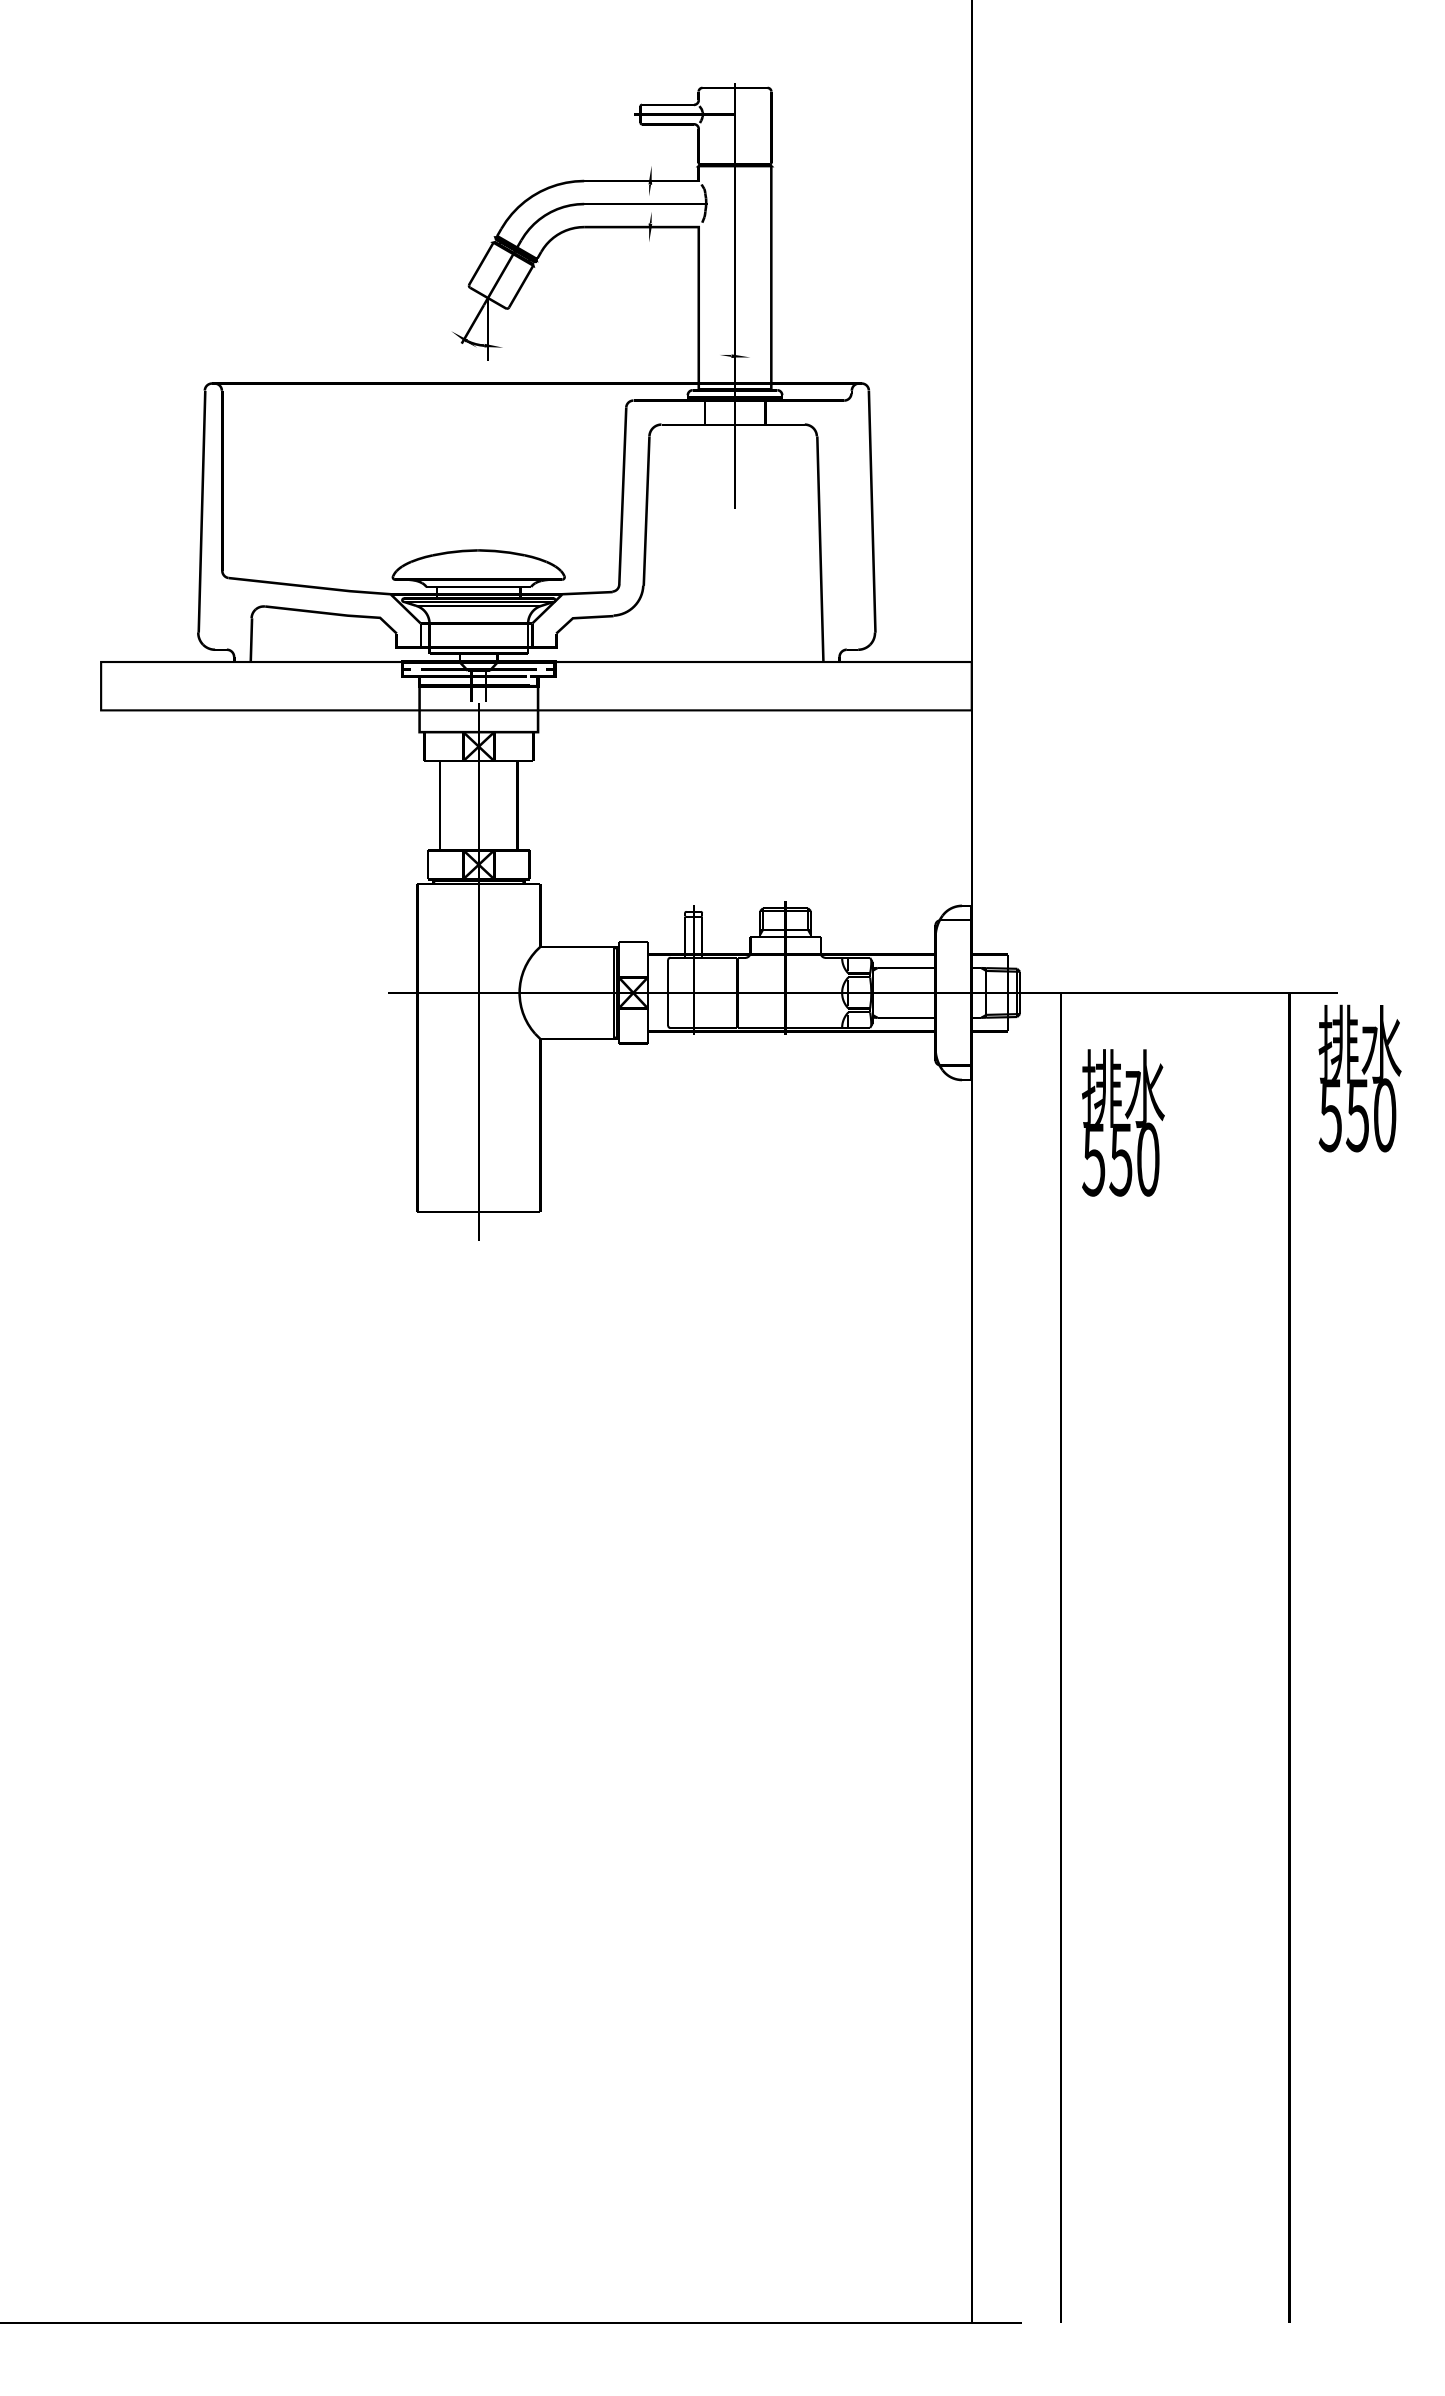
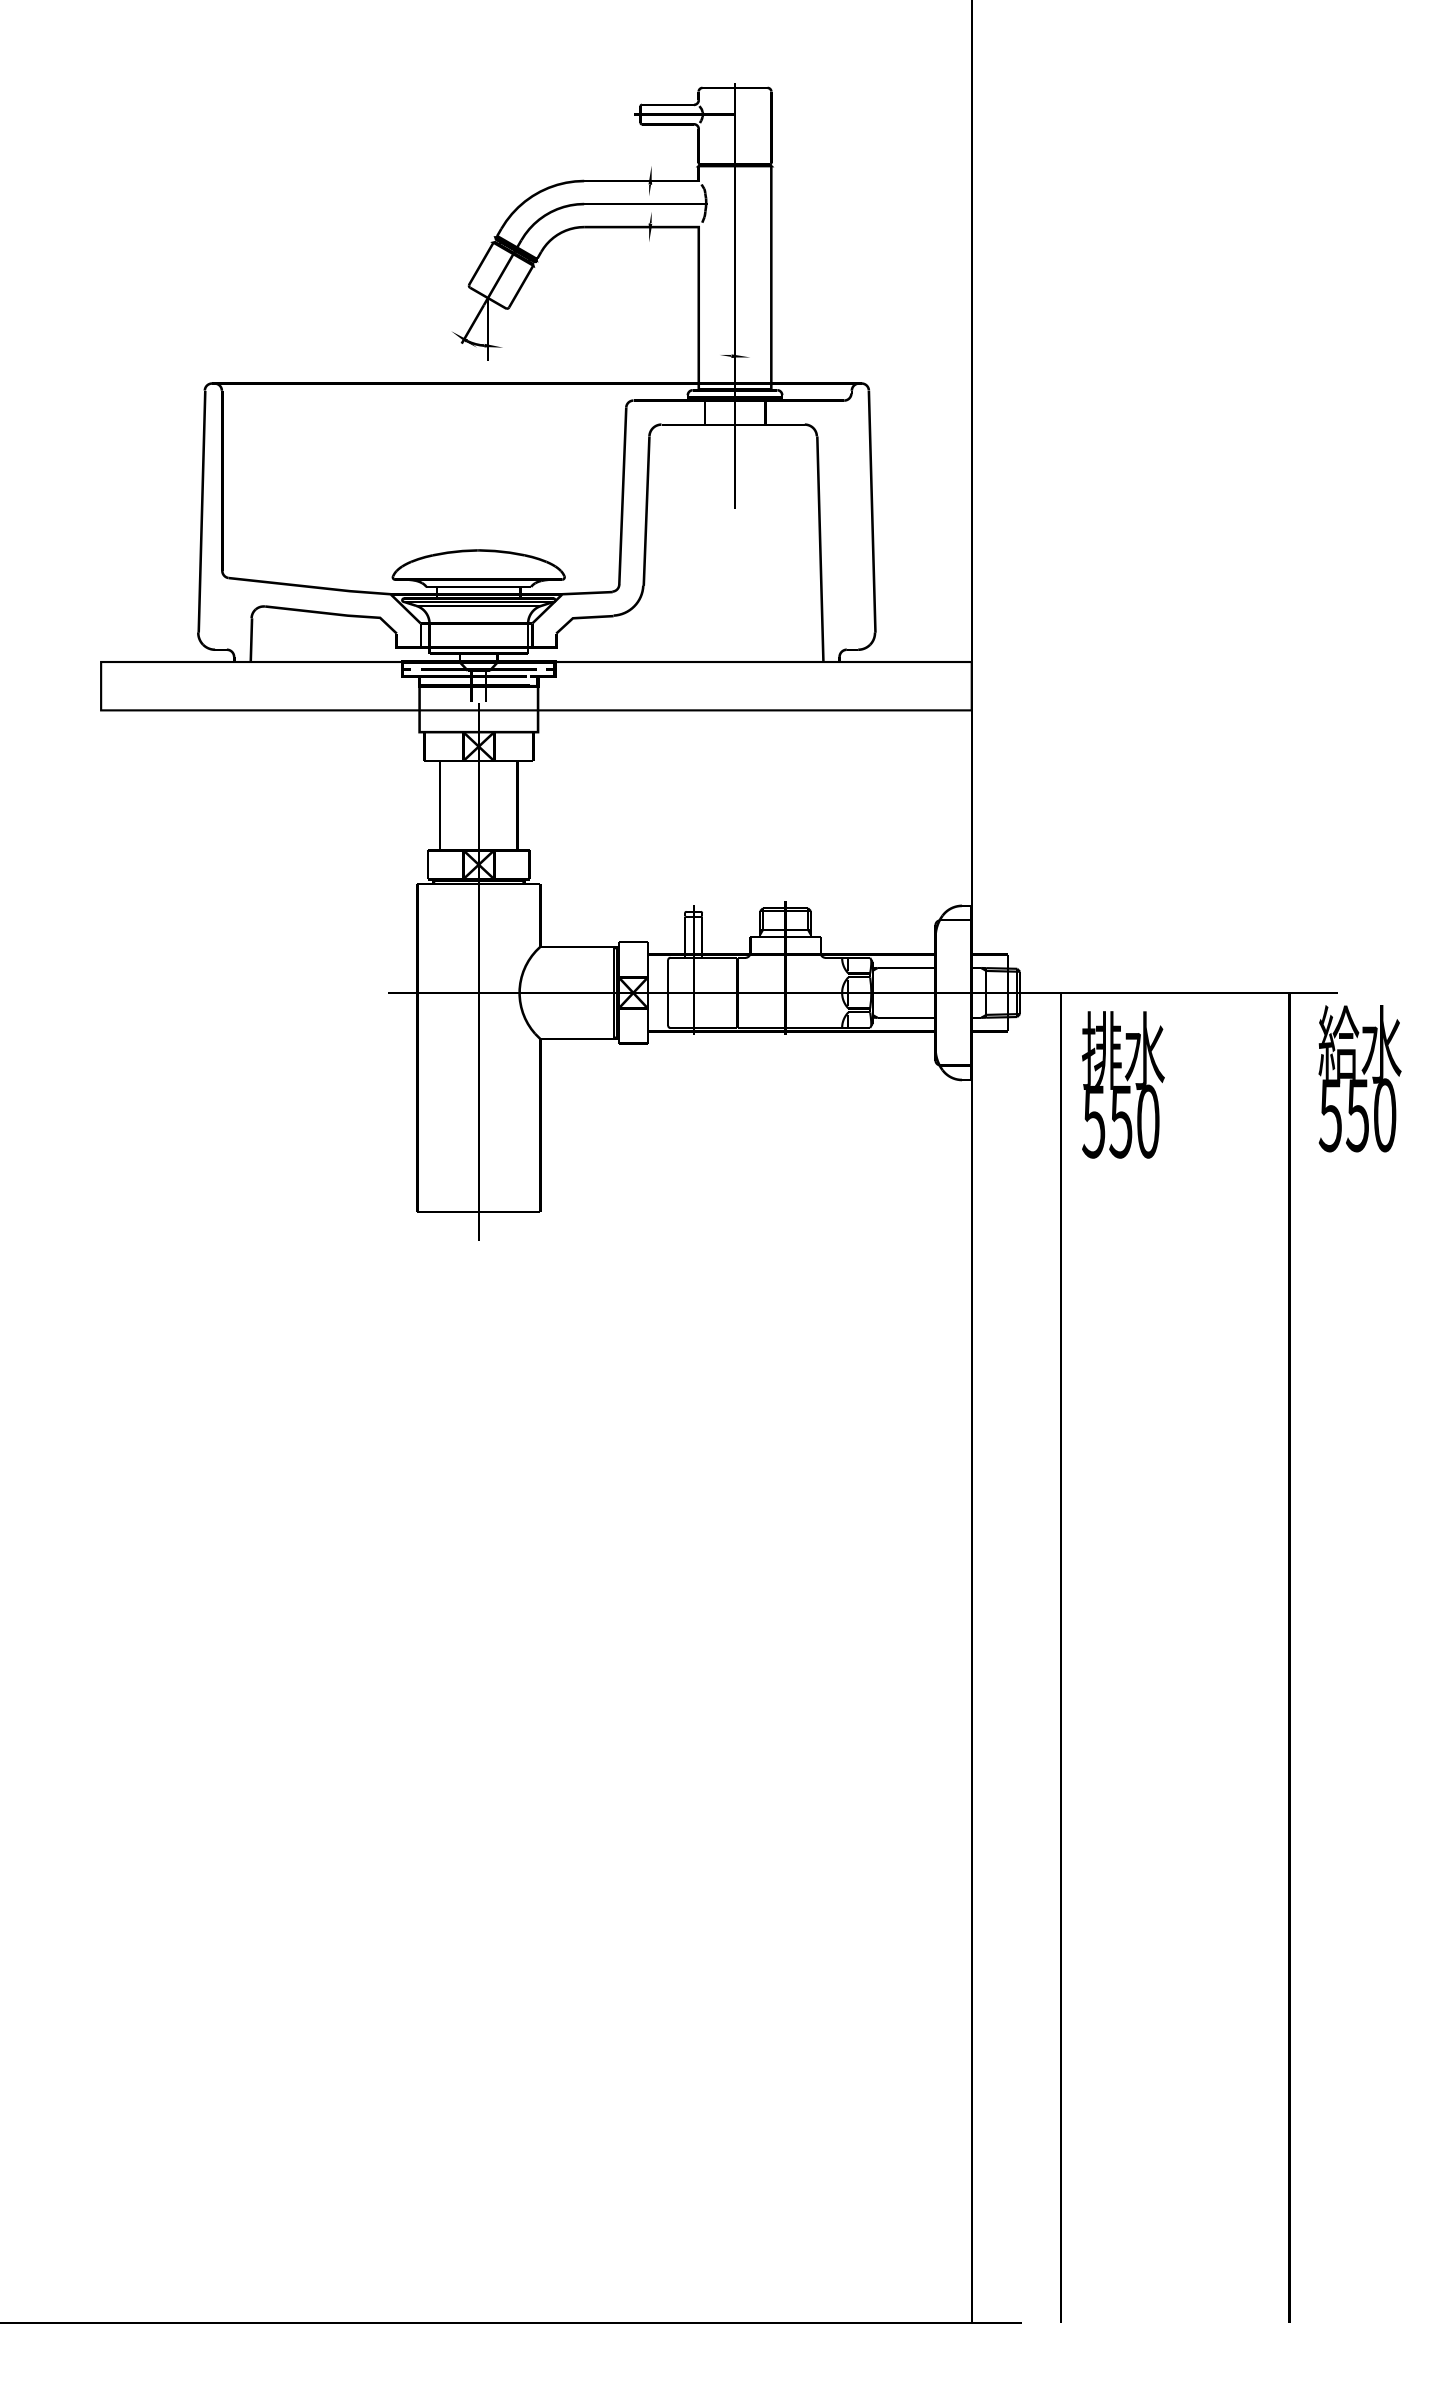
text at (1338, 1043): 排水 -> 給水
text at (1123, 1122) position: (1123, 1122) -> (1123, 1084)
